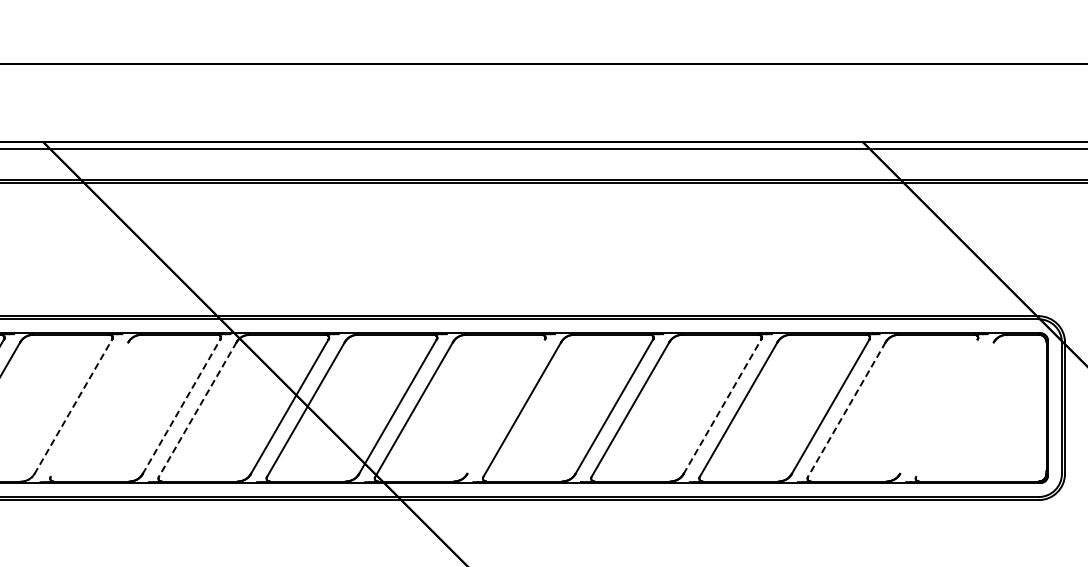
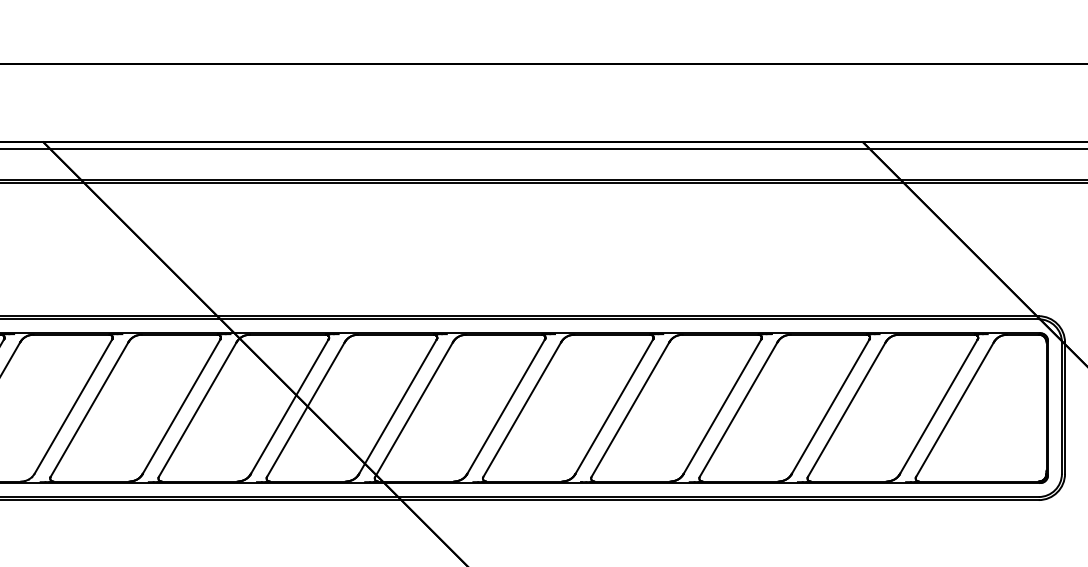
line at (73, 406): dashed -> solid
line at (181, 406): dashed -> solid
line at (506, 406): none -> present
line at (722, 406): dashed -> solid
line at (938, 406): none -> present
line at (89, 409): none -> present
line at (954, 409): none -> present
line at (197, 410): dashed -> solid
line at (846, 410): dashed -> solid
